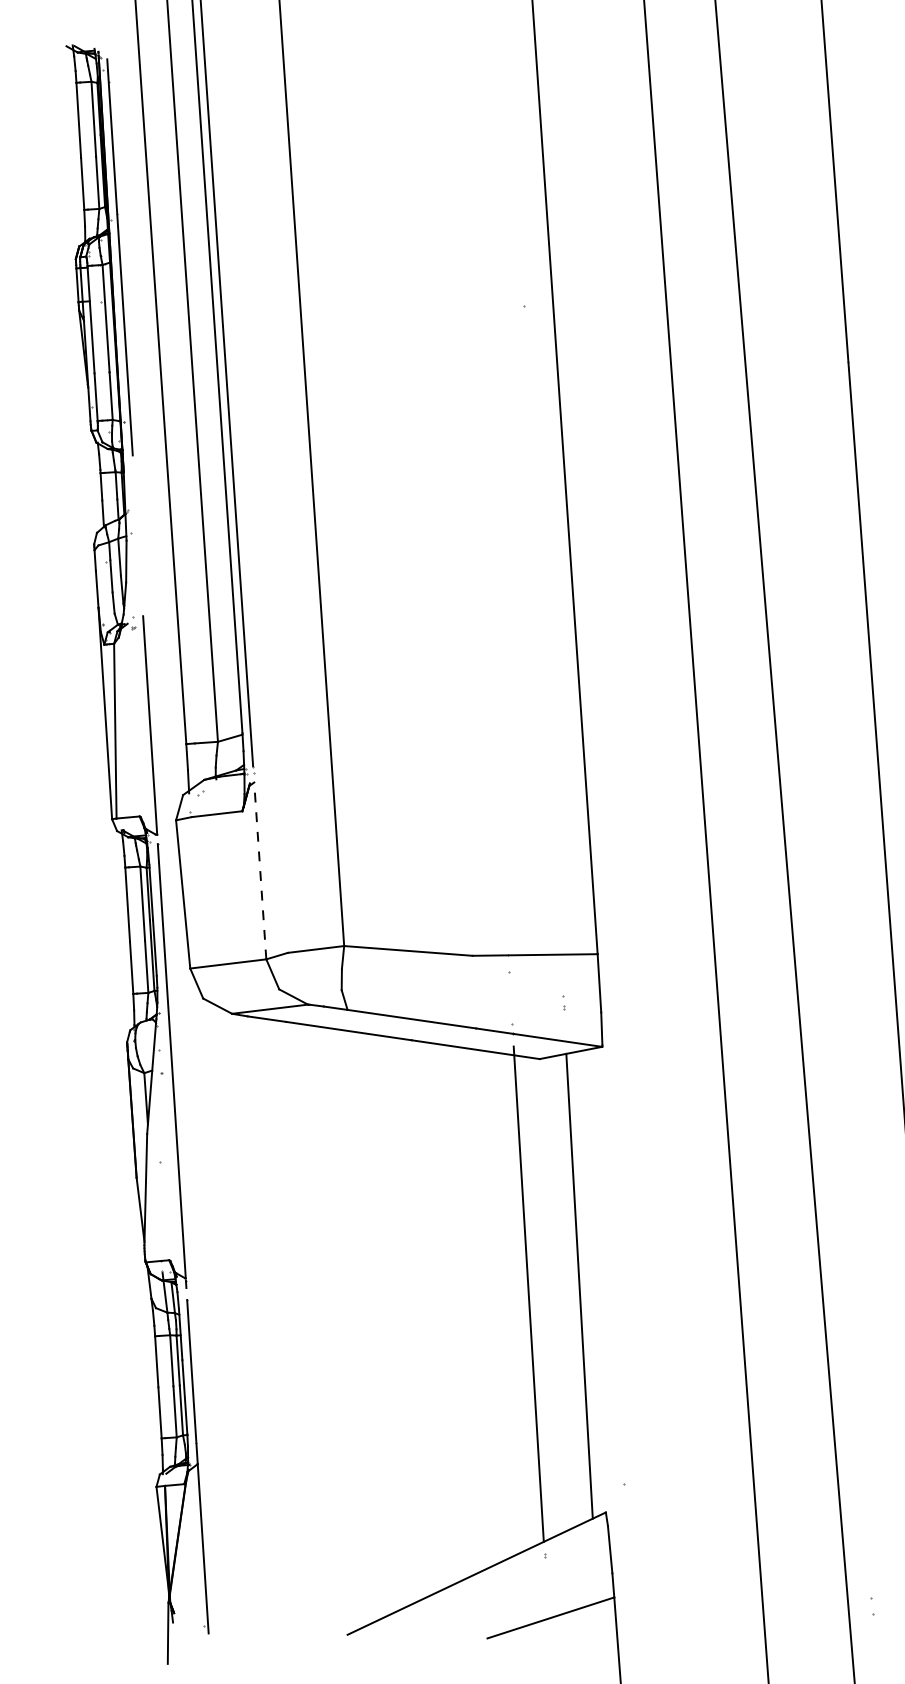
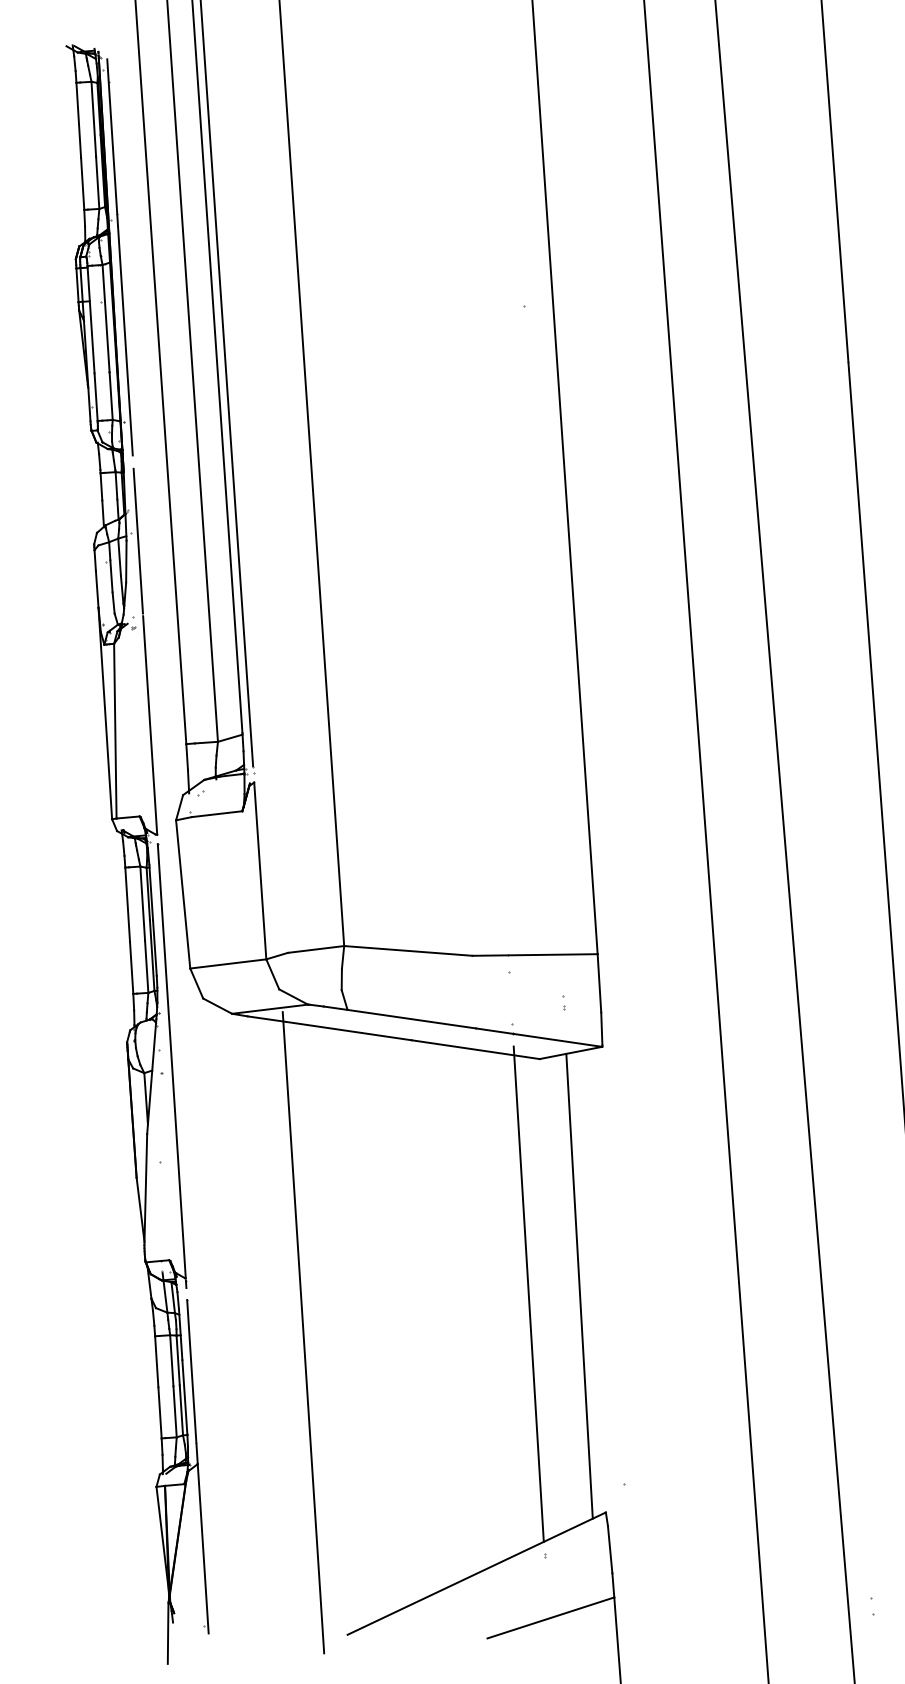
line at (137, 540): none -> present
line at (260, 870): dashed -> solid
line at (303, 1332): none -> present
